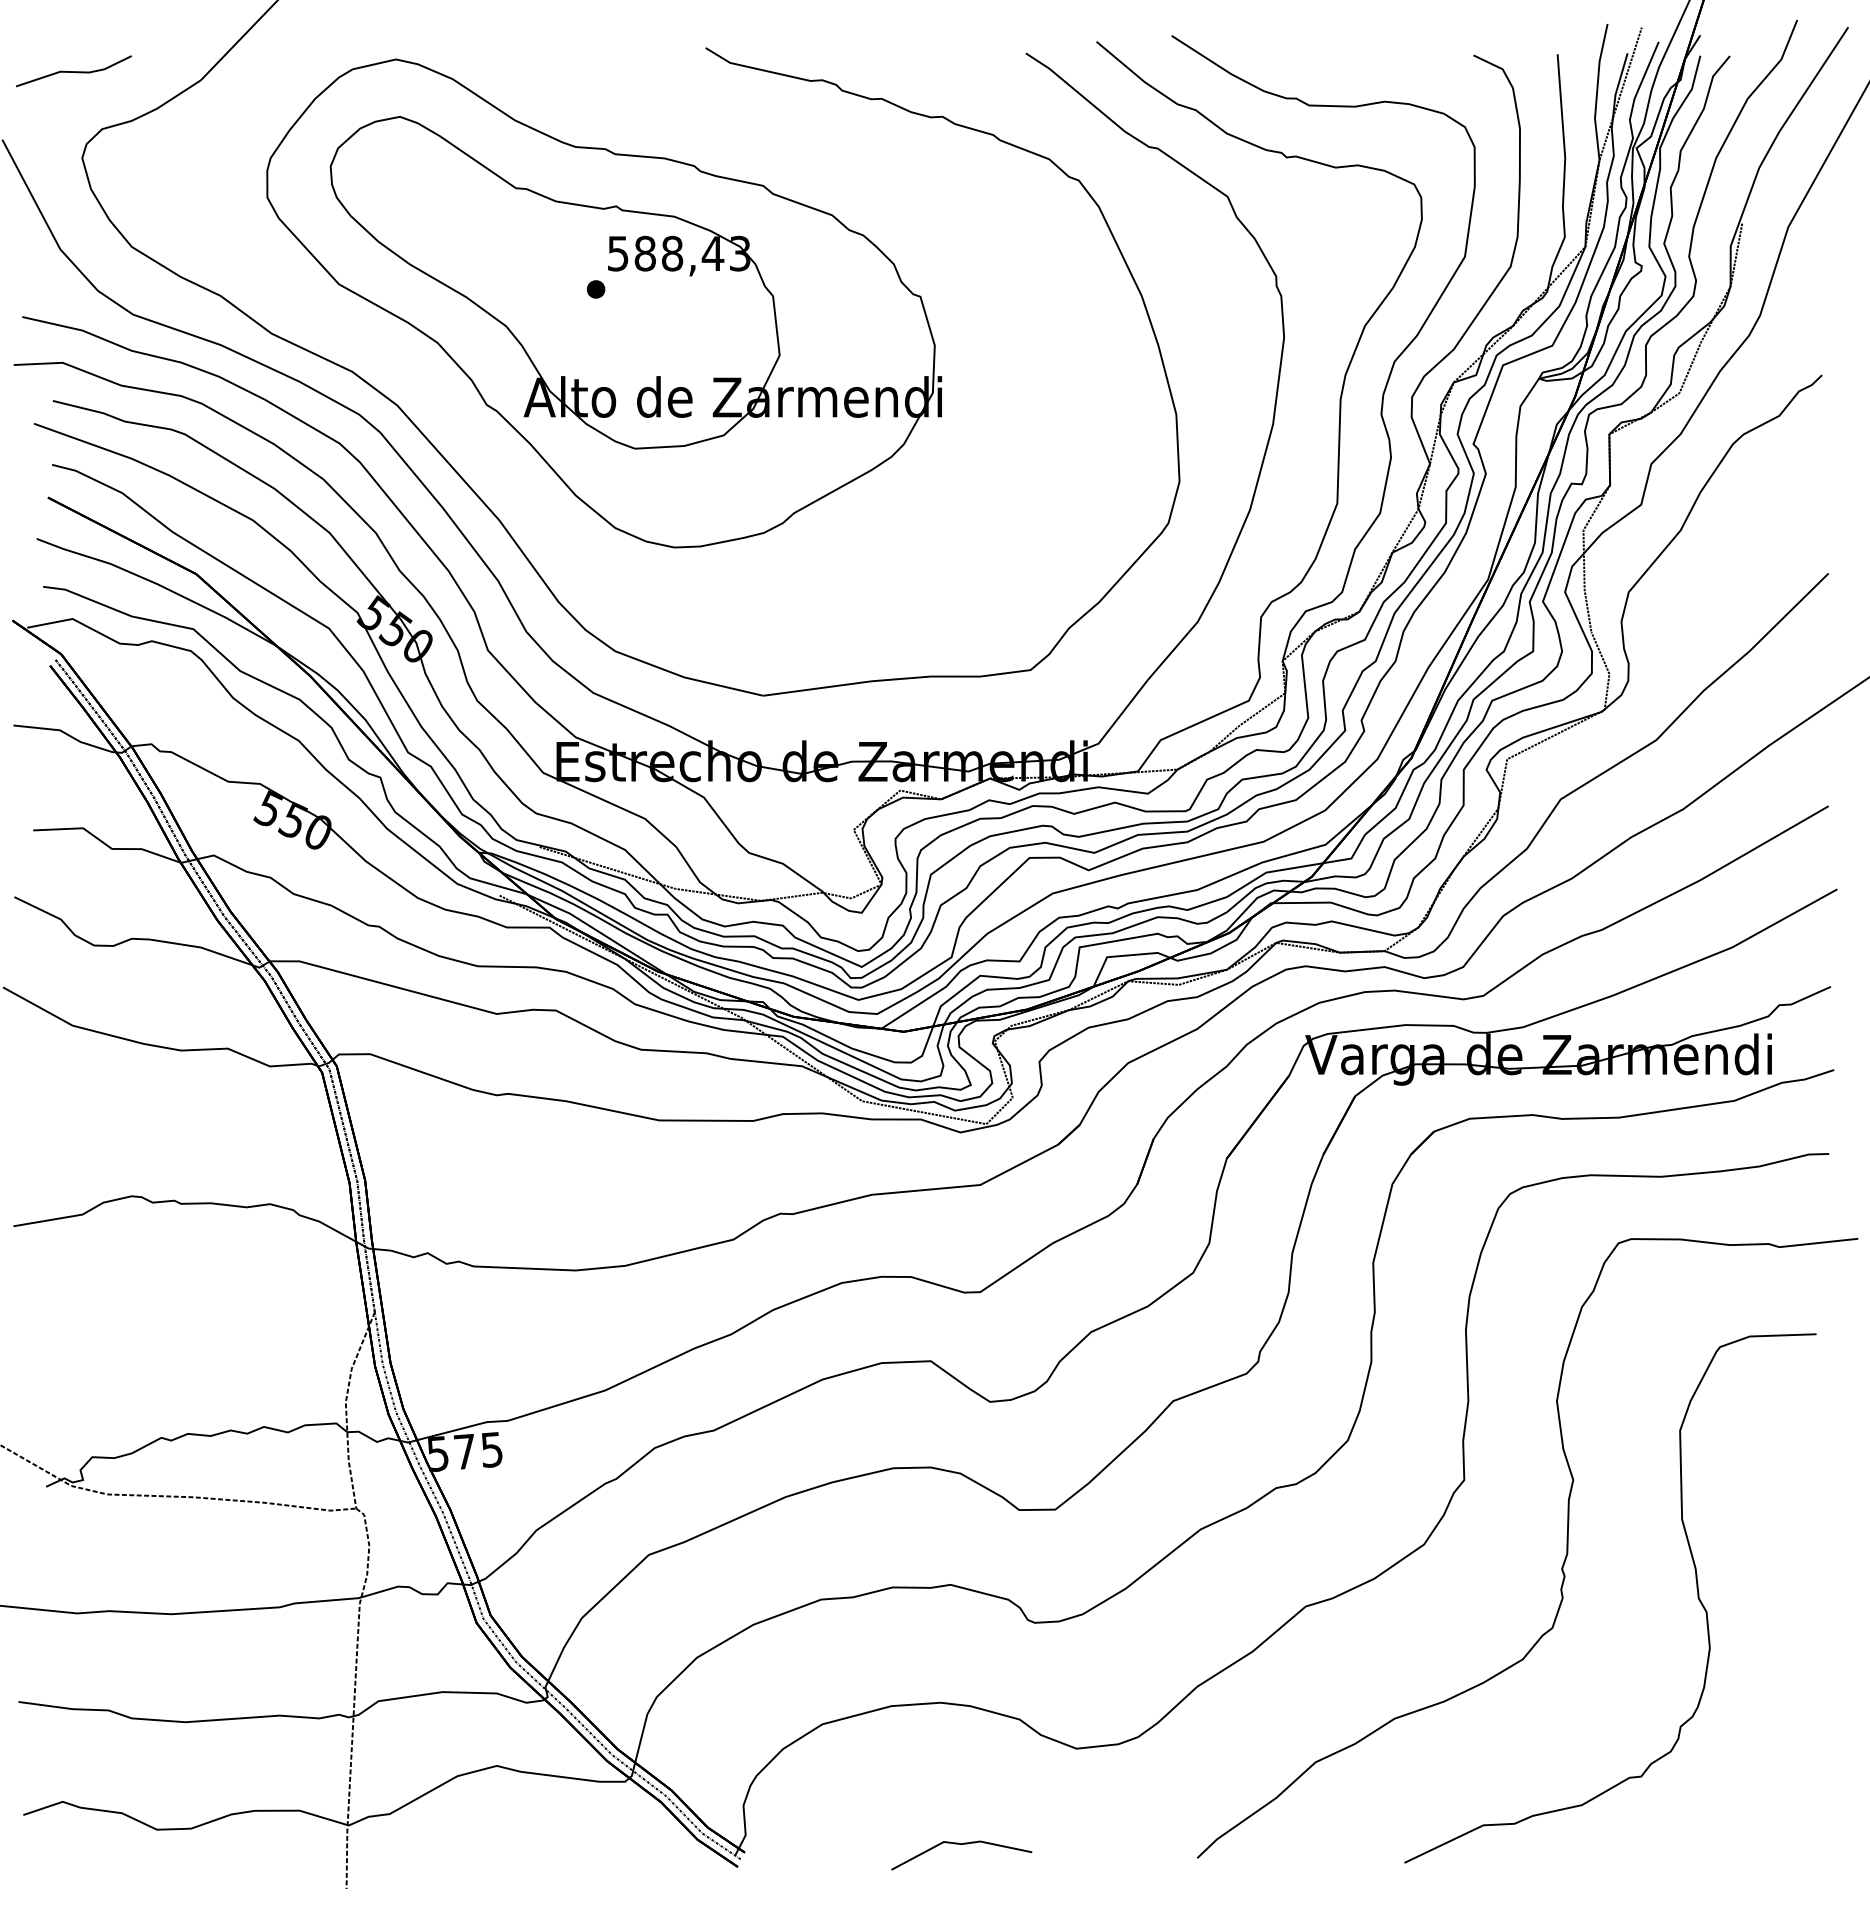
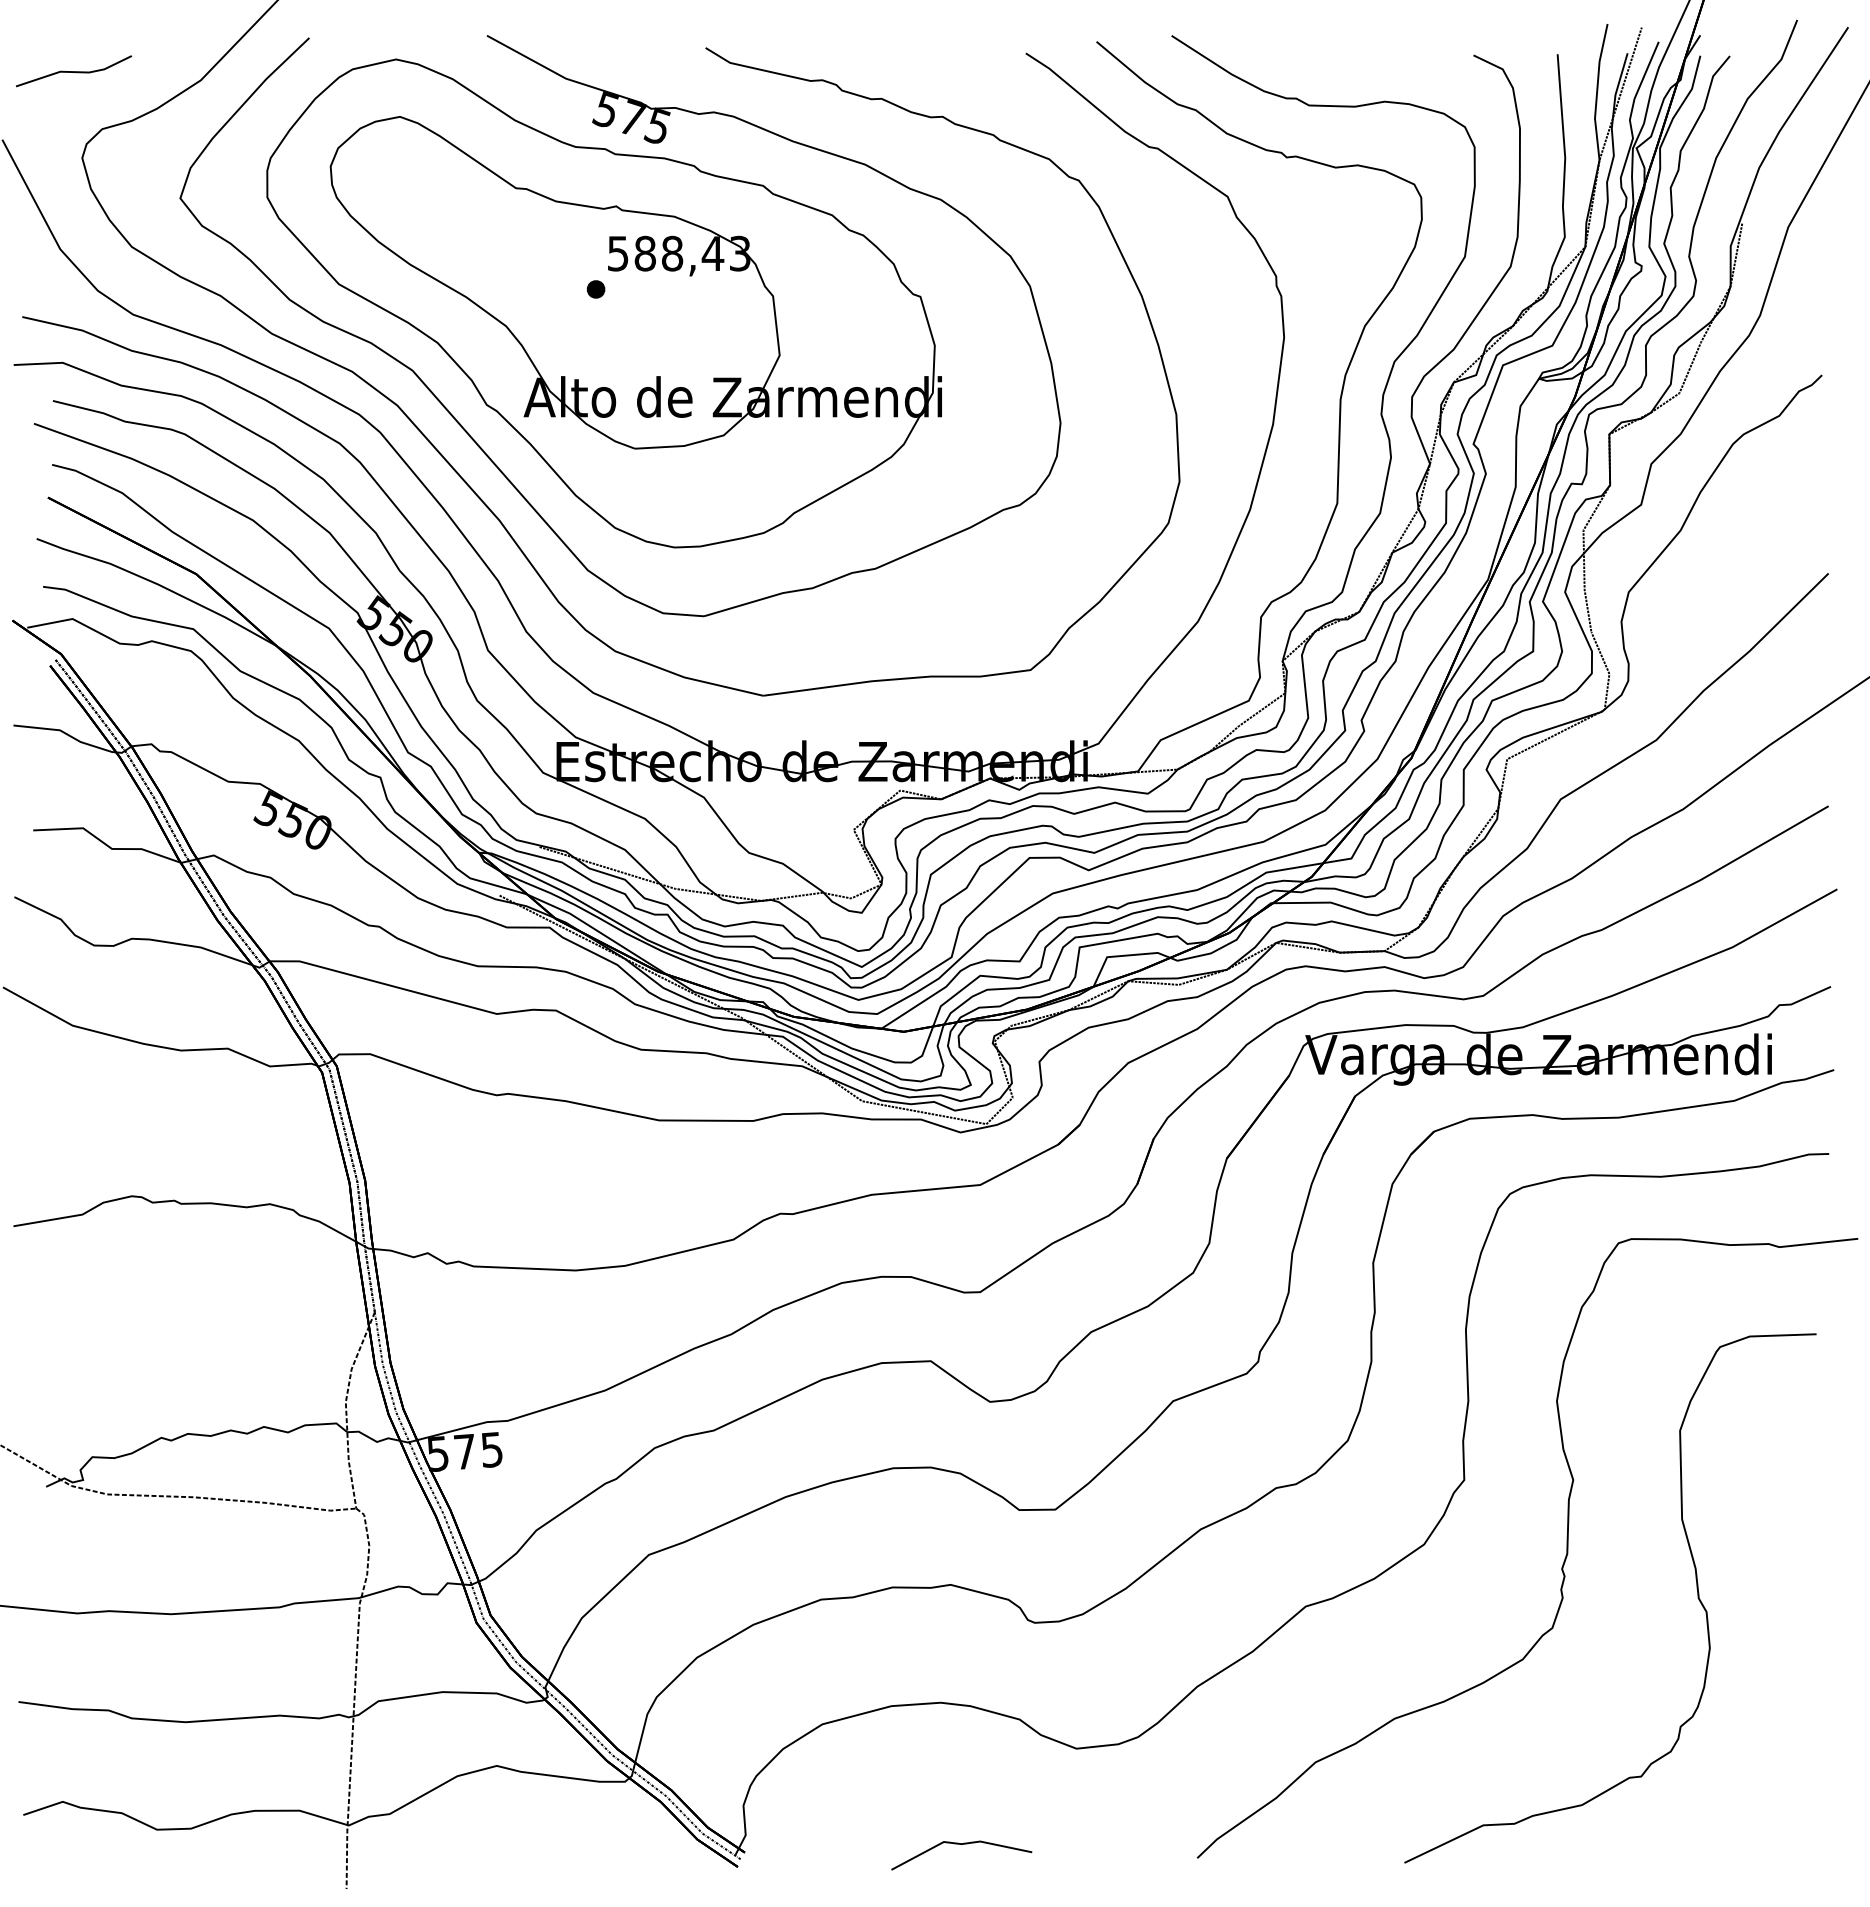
part at (483, 449): none -> present
